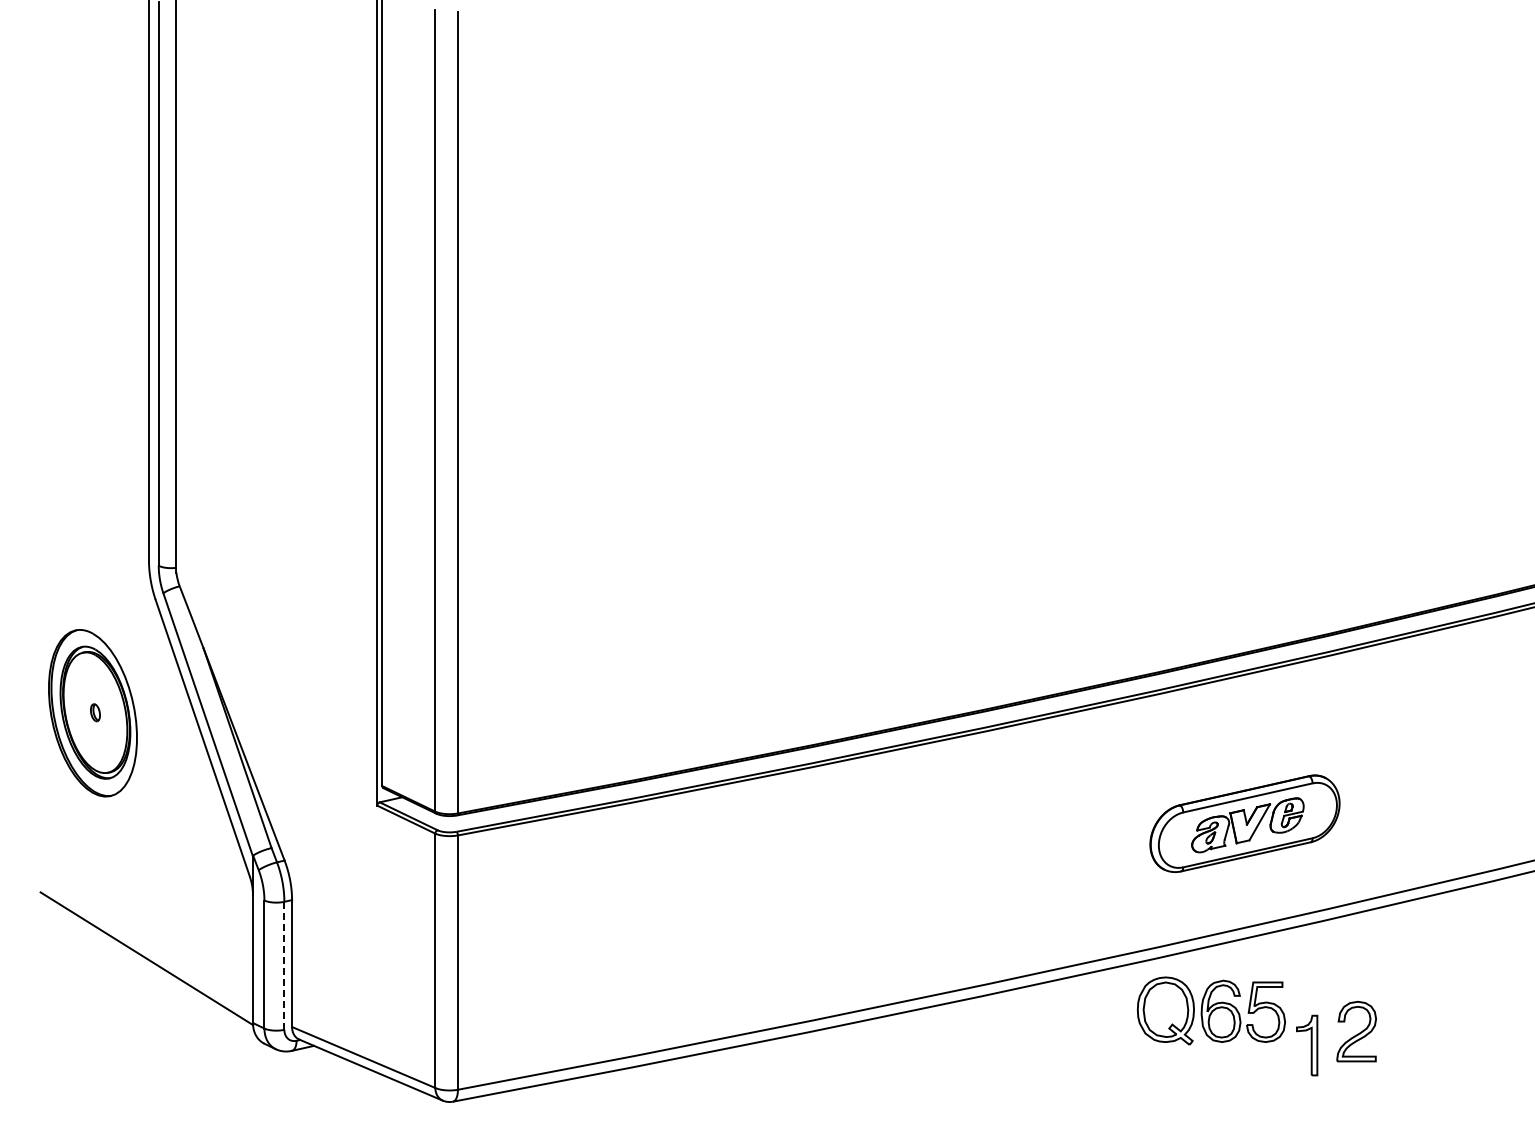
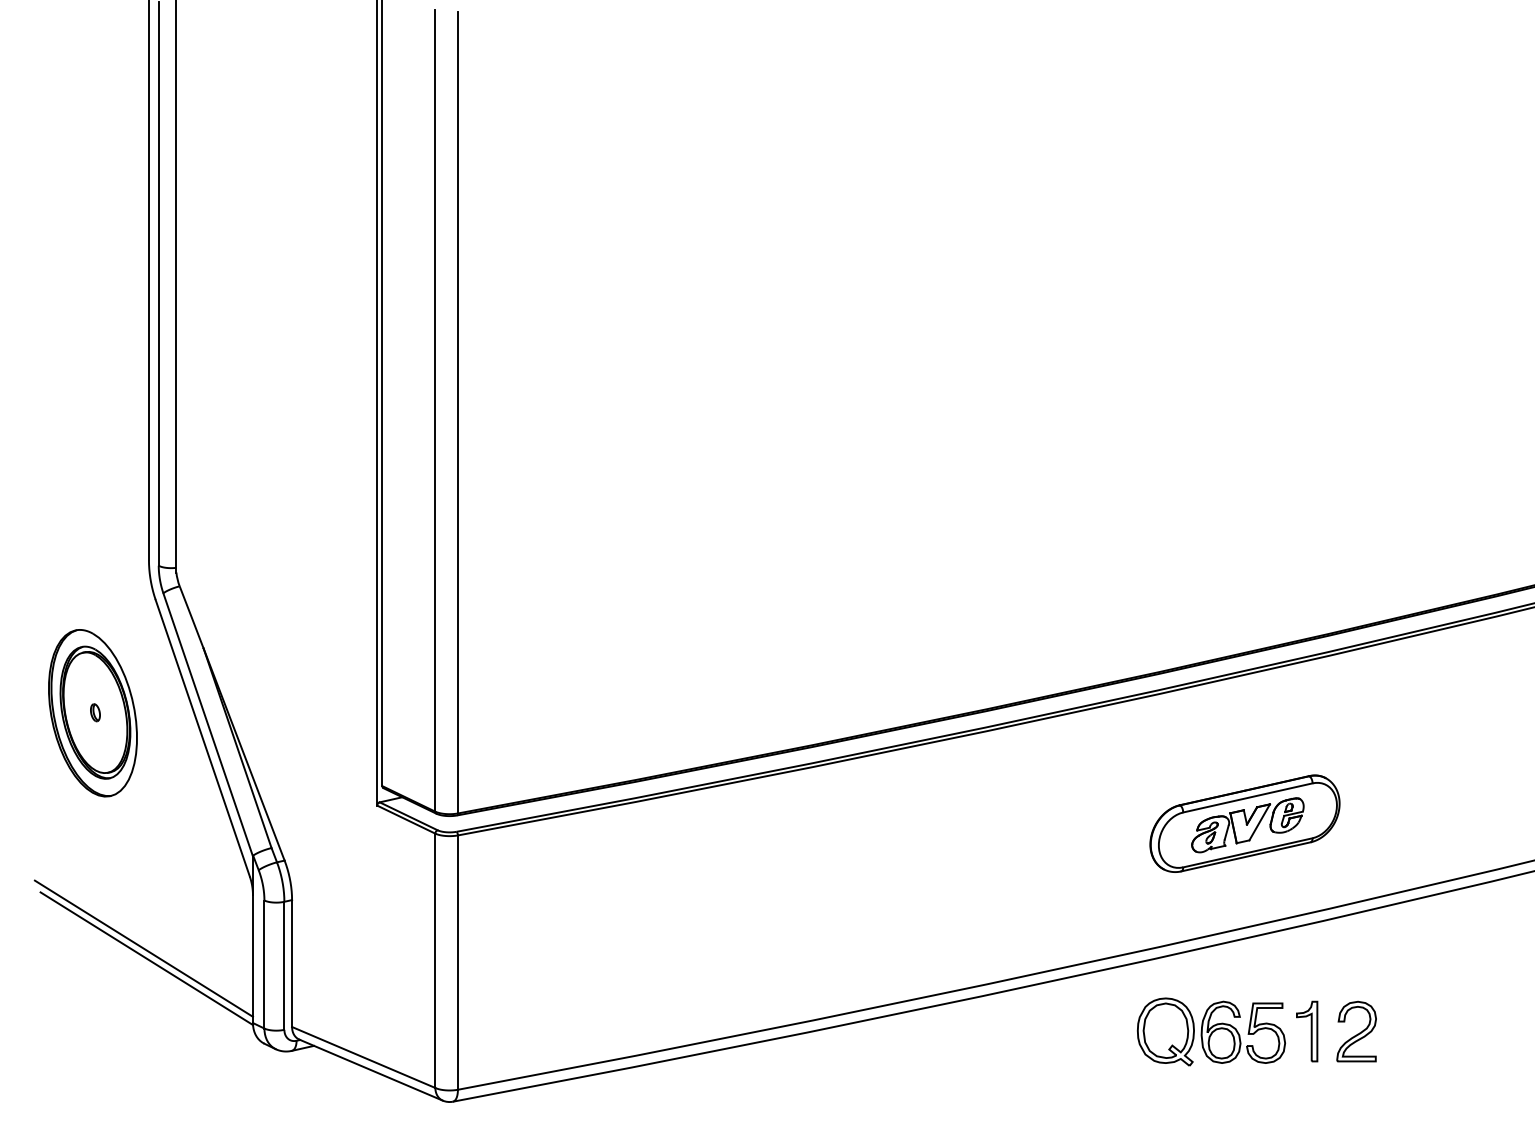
line at (143, 948): none -> present
line at (284, 966): dashed -> solid
part at (1210, 1010) position: (1210, 1010) -> (1210, 1031)
part at (1307, 1045) position: (1307, 1045) -> (1307, 1031)
